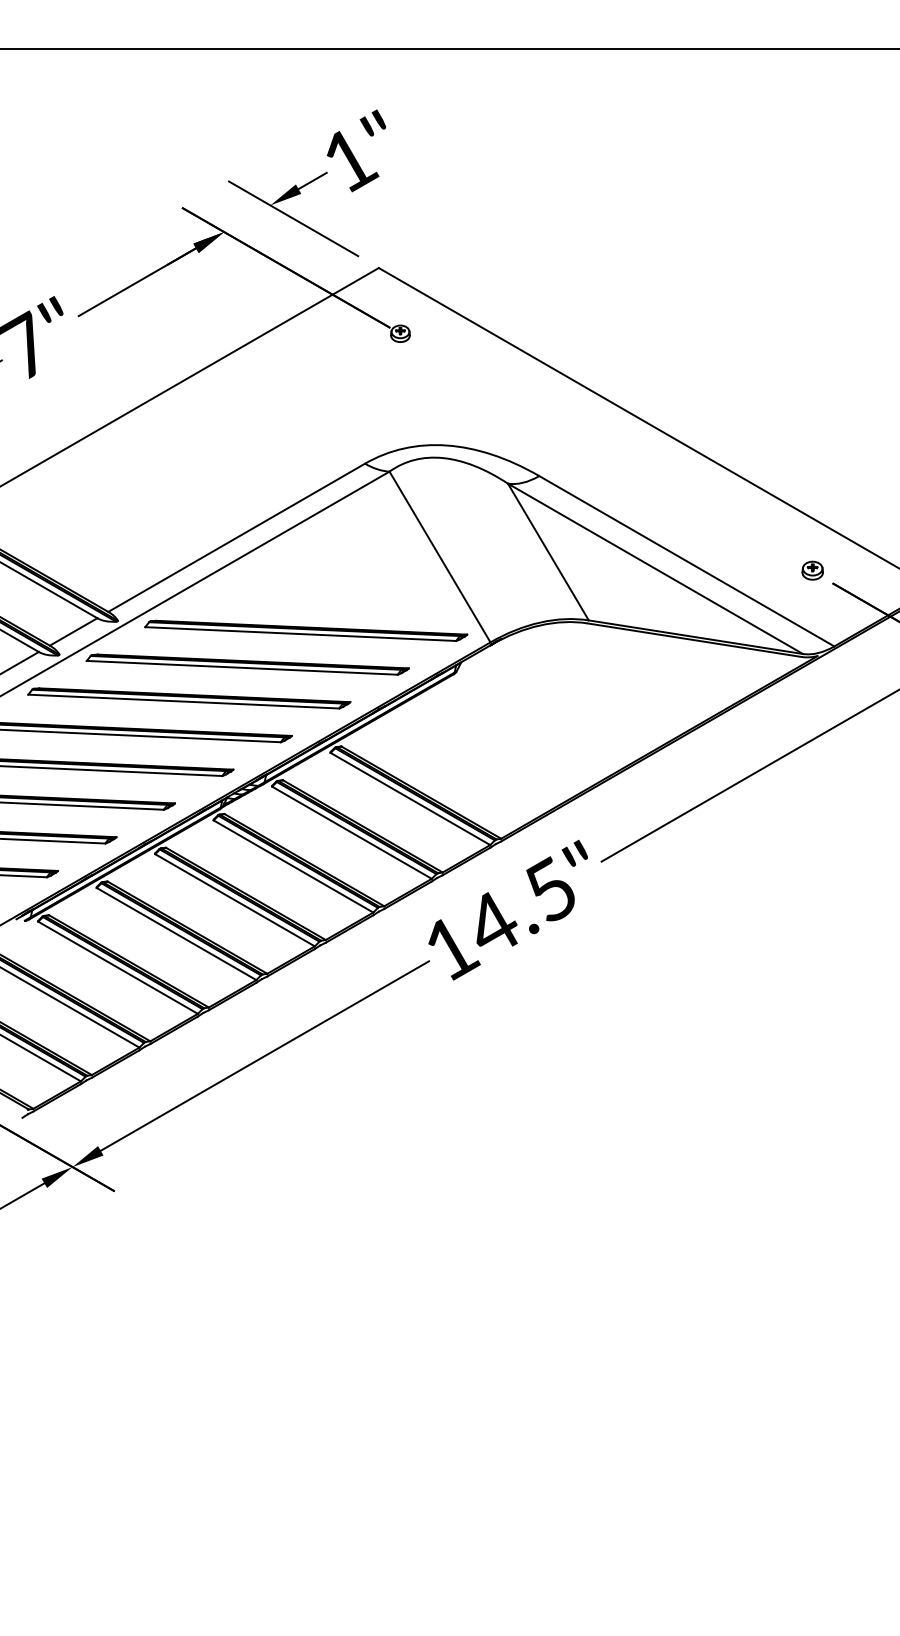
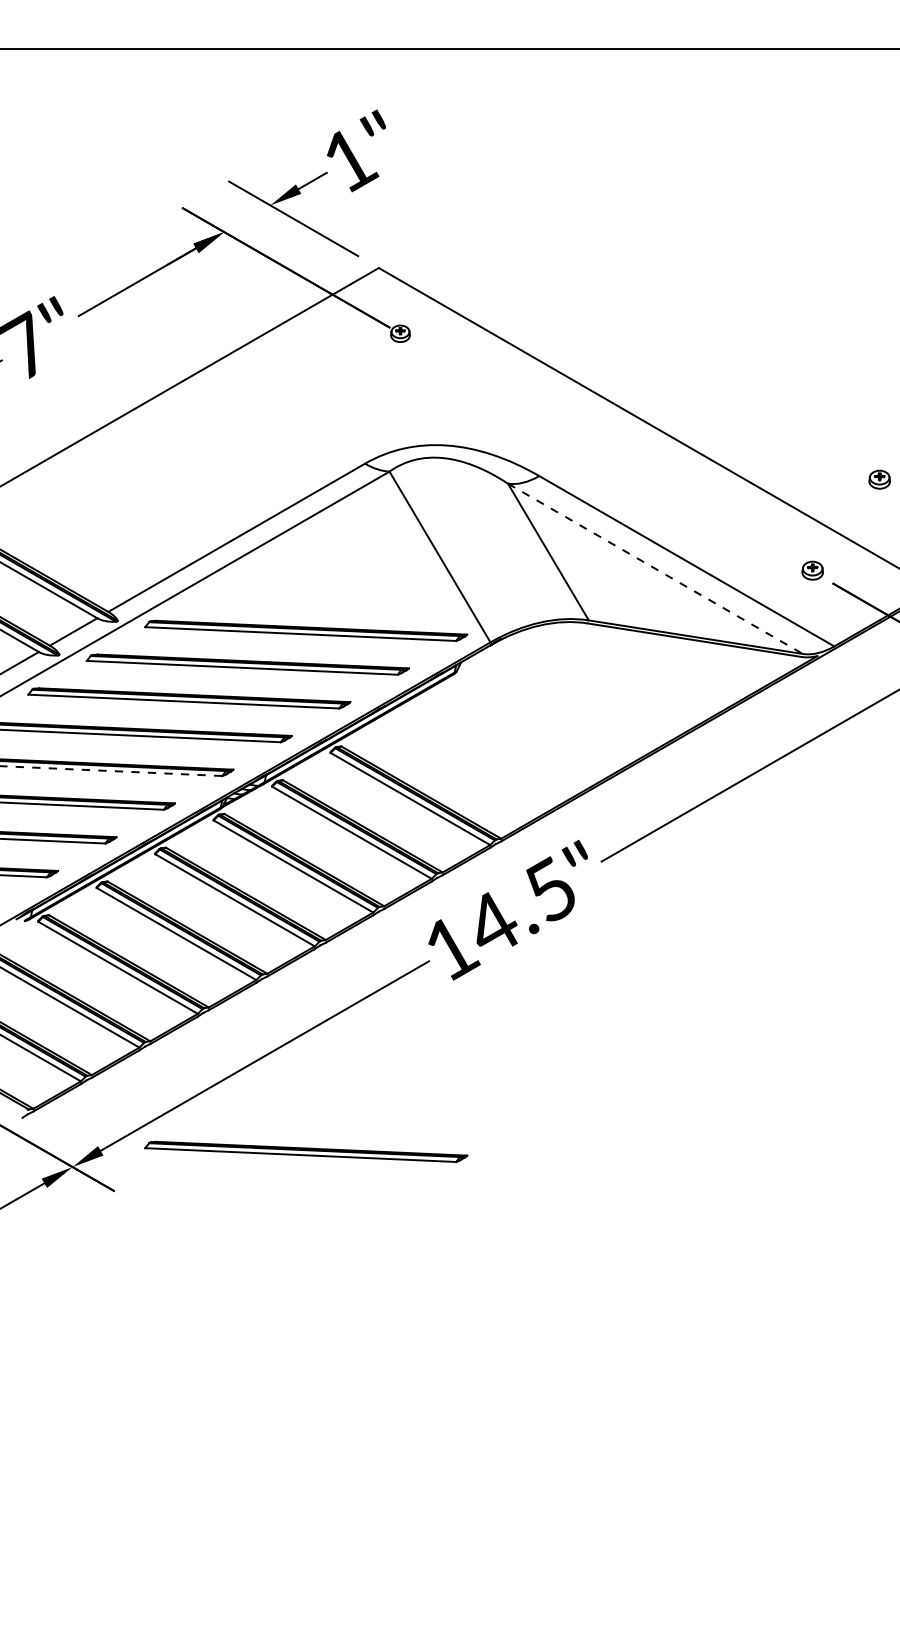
part at (879, 479): none -> present
line at (655, 569): solid -> dashed
line at (110, 771): solid -> dashed
part at (306, 1151): none -> present
